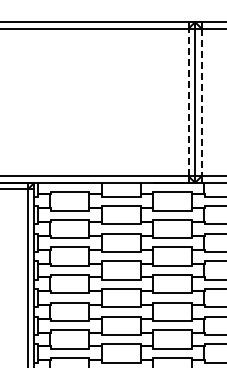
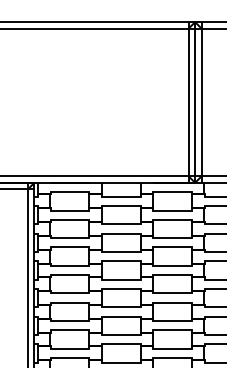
line at (188, 102): dashed -> solid
line at (201, 102): dashed -> solid
